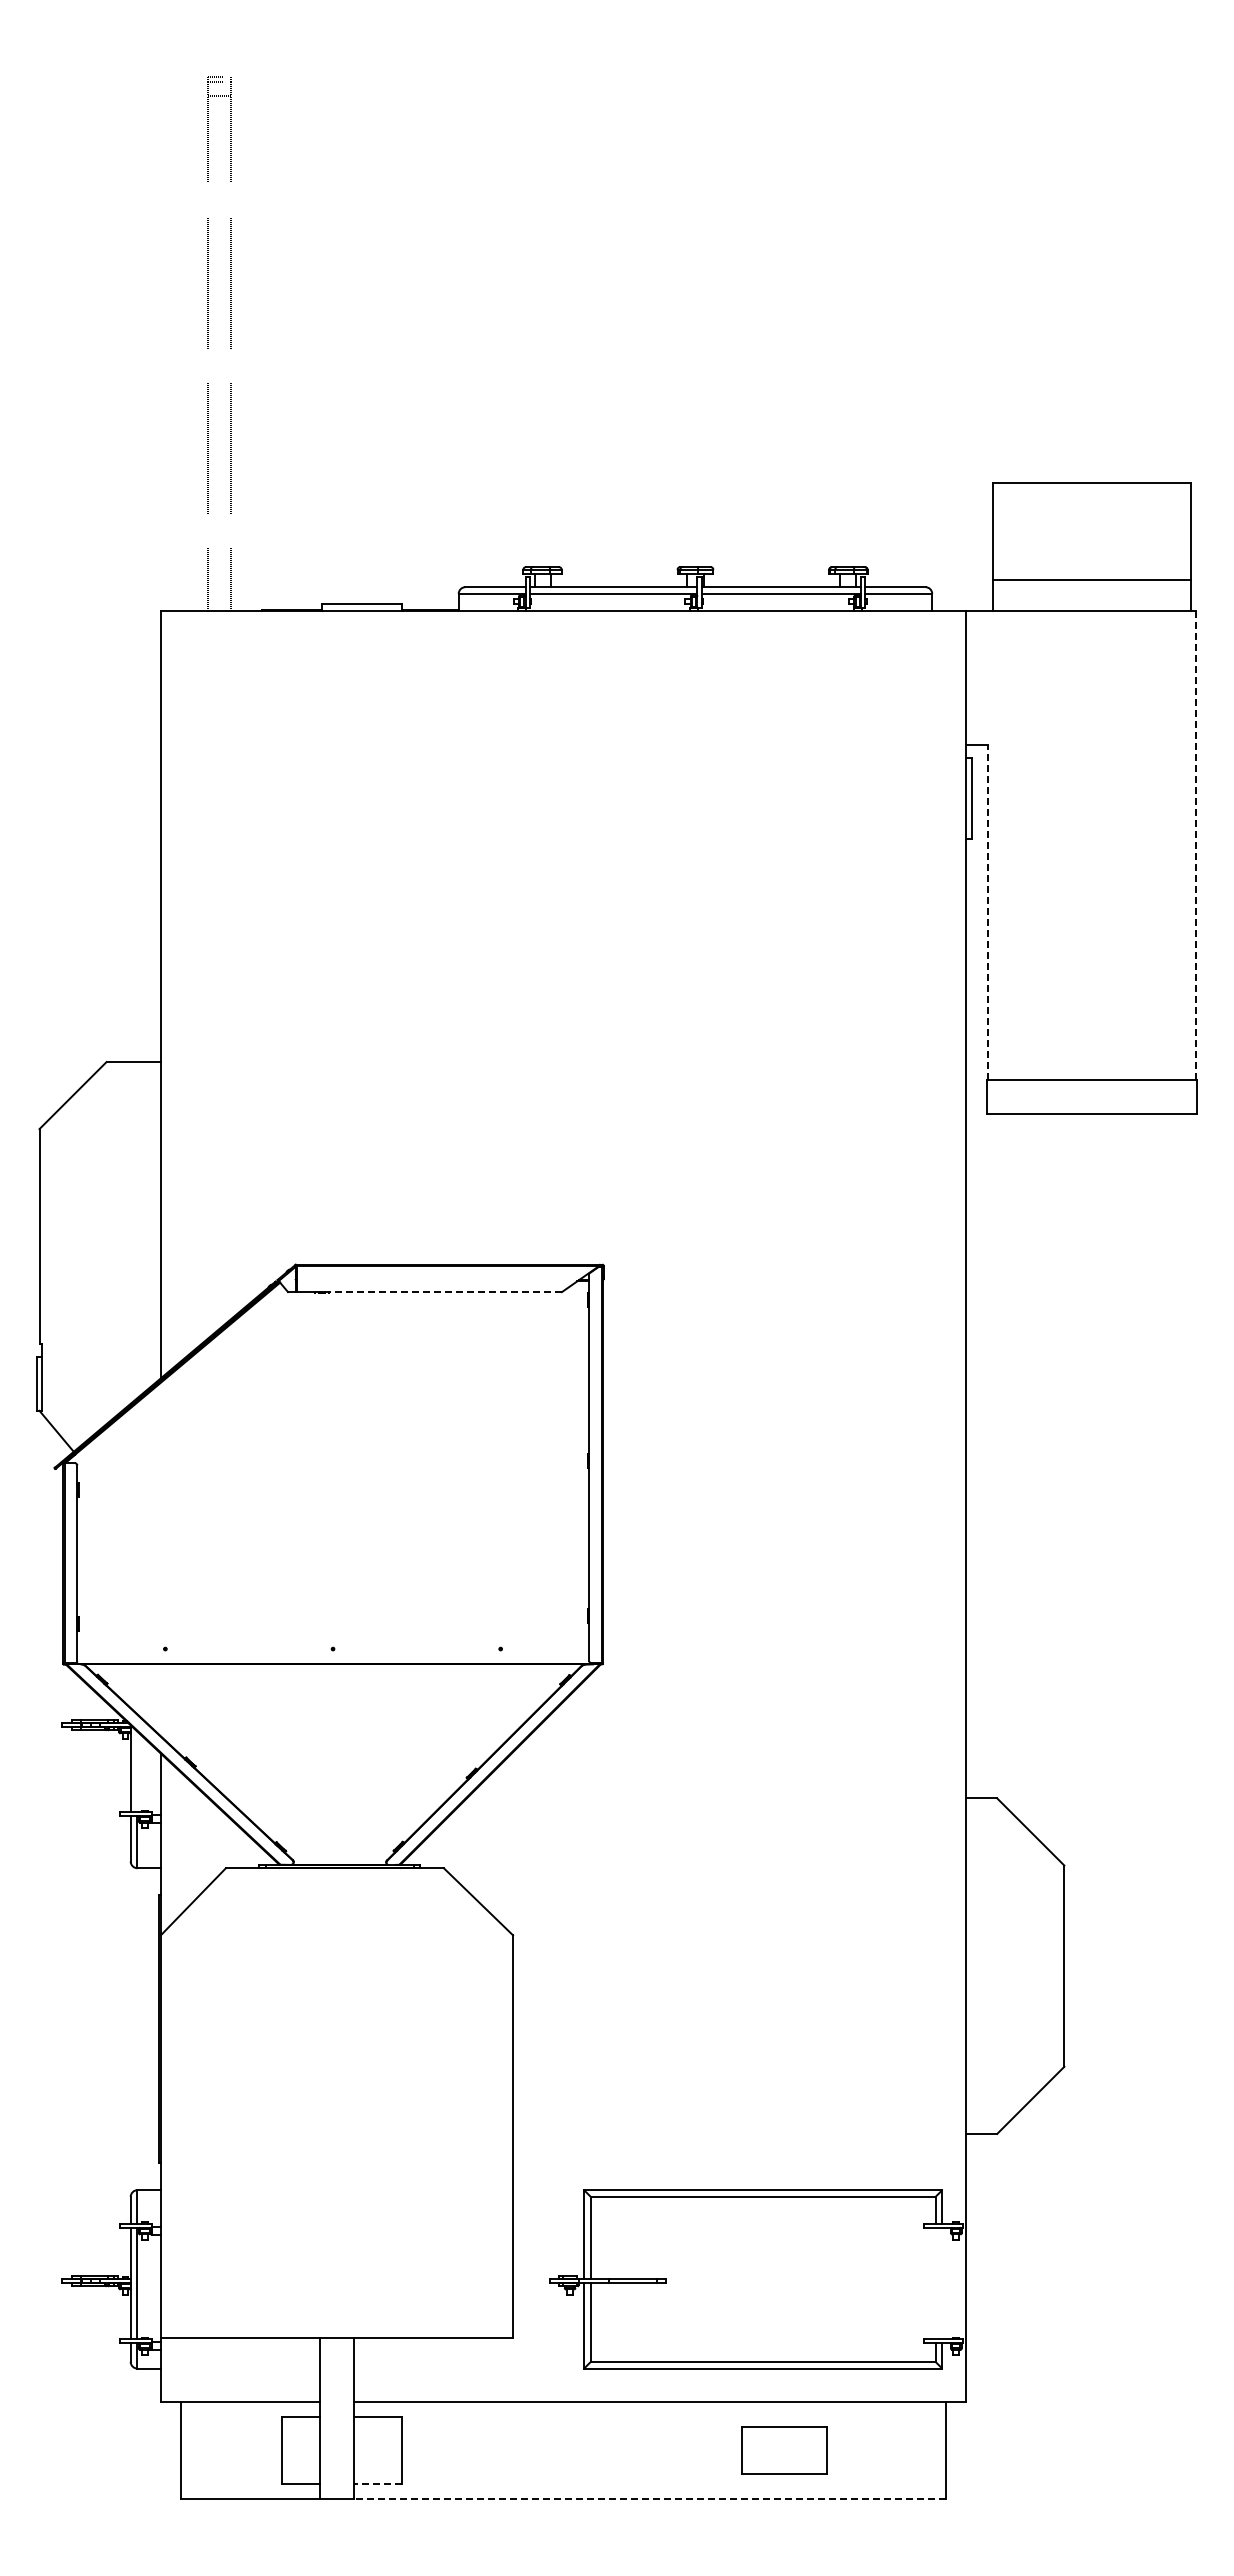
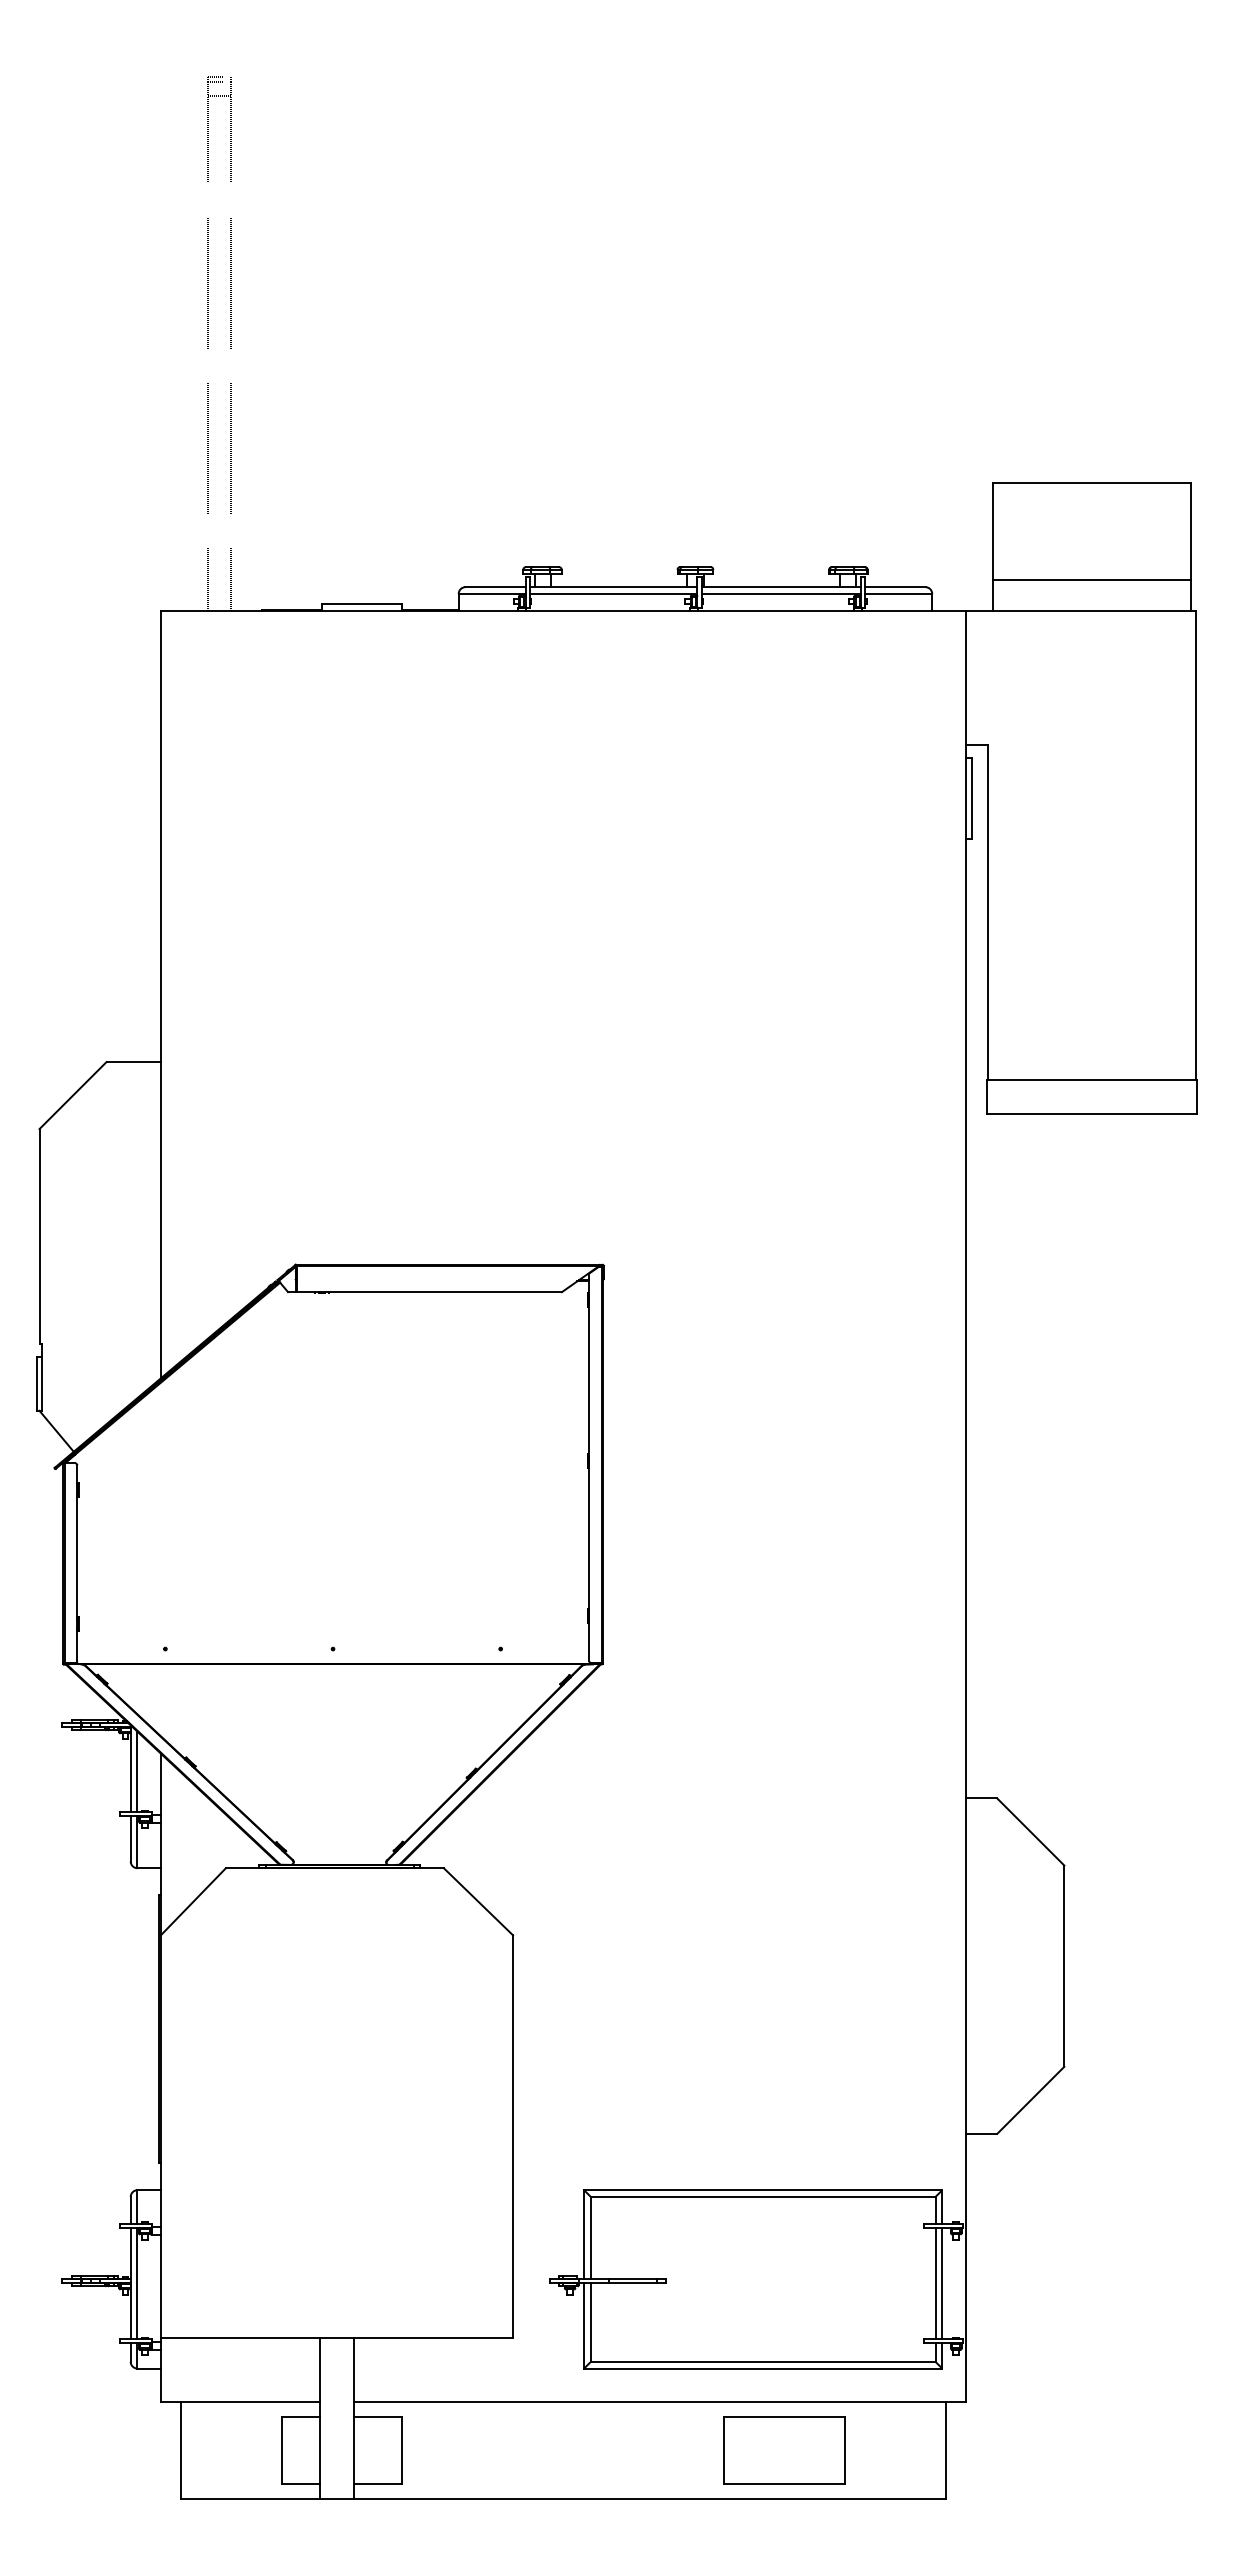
line at (1195, 845): dashed -> solid
line at (987, 912): dashed -> solid
line at (445, 1292): dashed -> solid
line at (137, 1771): none -> present
line at (935, 2283): none -> present
line at (942, 2283): none -> present
part at (784, 2450) size: 87x49 px -> 123x69 px
line at (377, 2483): dashed -> solid
line at (649, 2498): dashed -> solid
